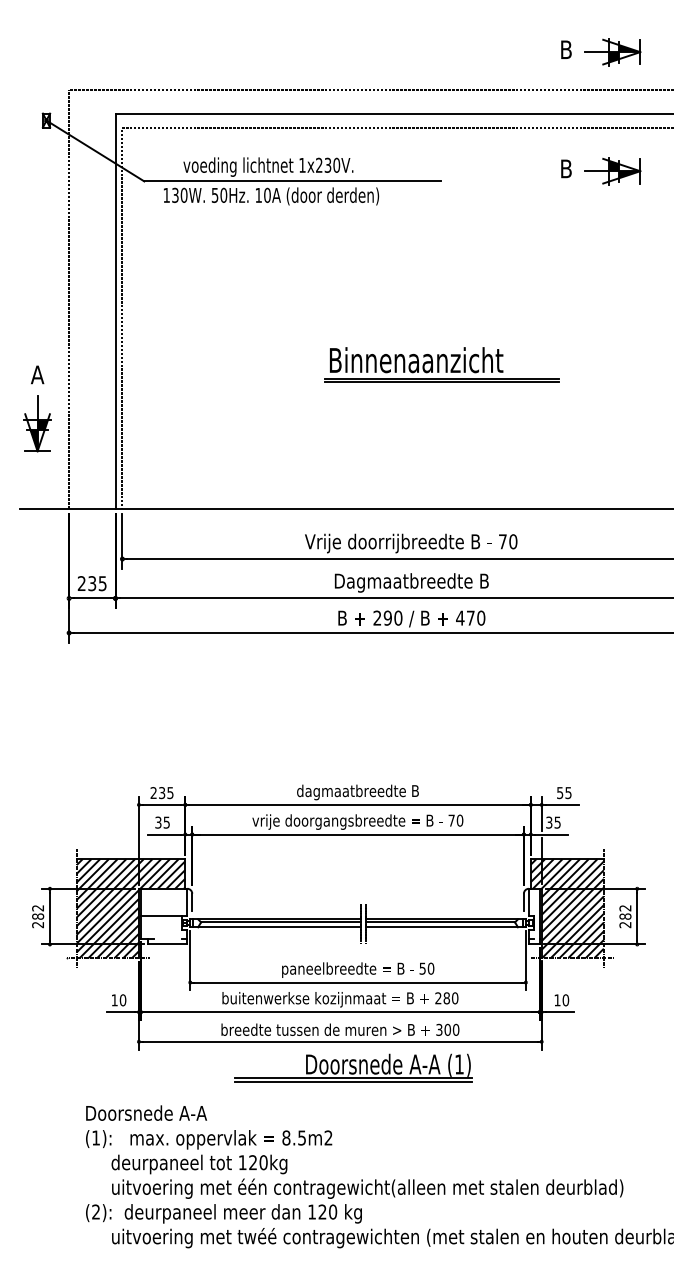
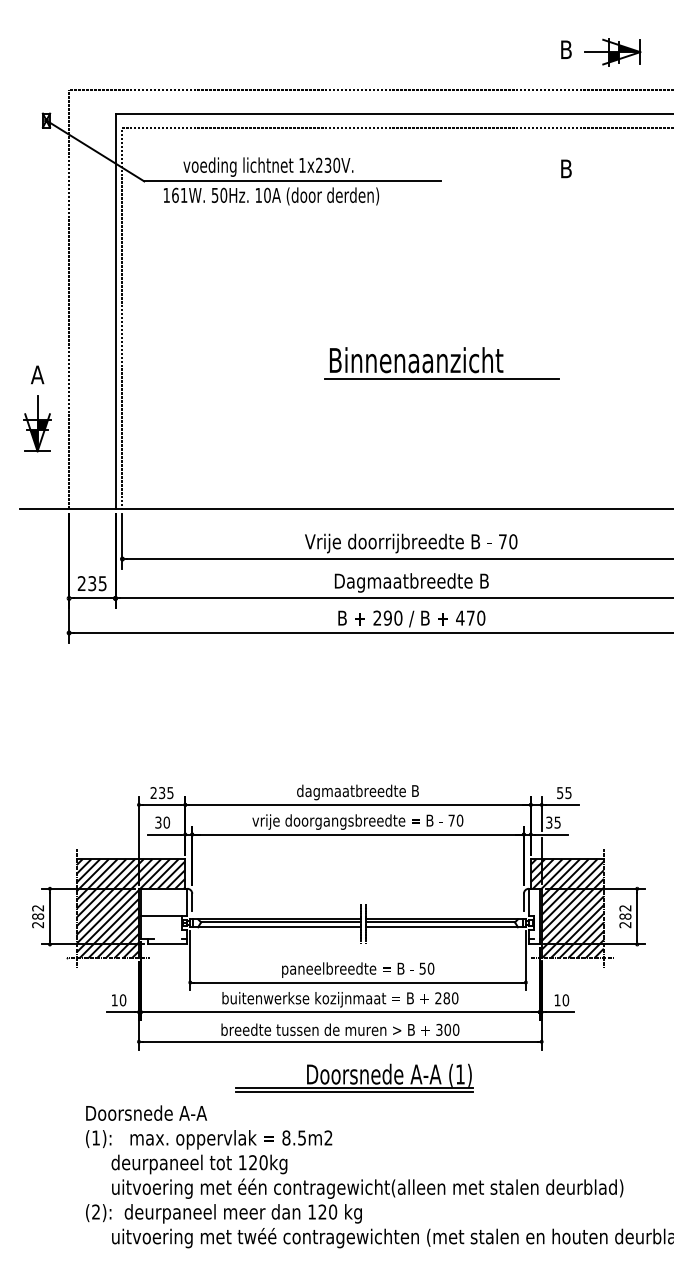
part at (612, 171): present -> none
text at (179, 194): 130W. -> 161W.
line at (441, 382): present -> none
text at (166, 822): 35 -> 30
part at (353, 1067) position: (353, 1067) -> (354, 1077)
